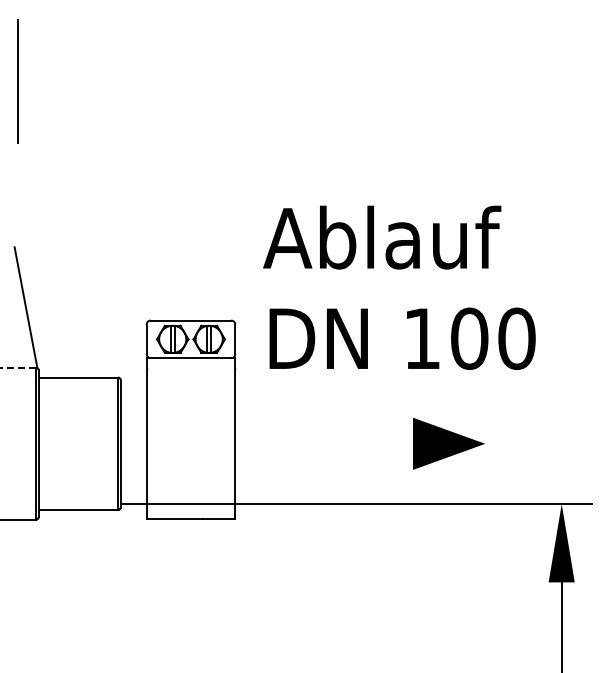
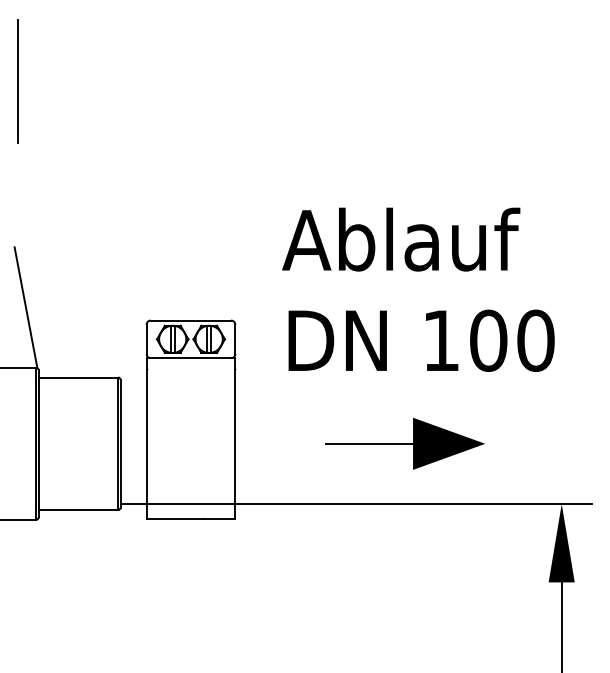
text at (399, 287) position: (399, 287) -> (418, 289)
line at (18, 367): dashed -> solid
line at (369, 443): none -> present
